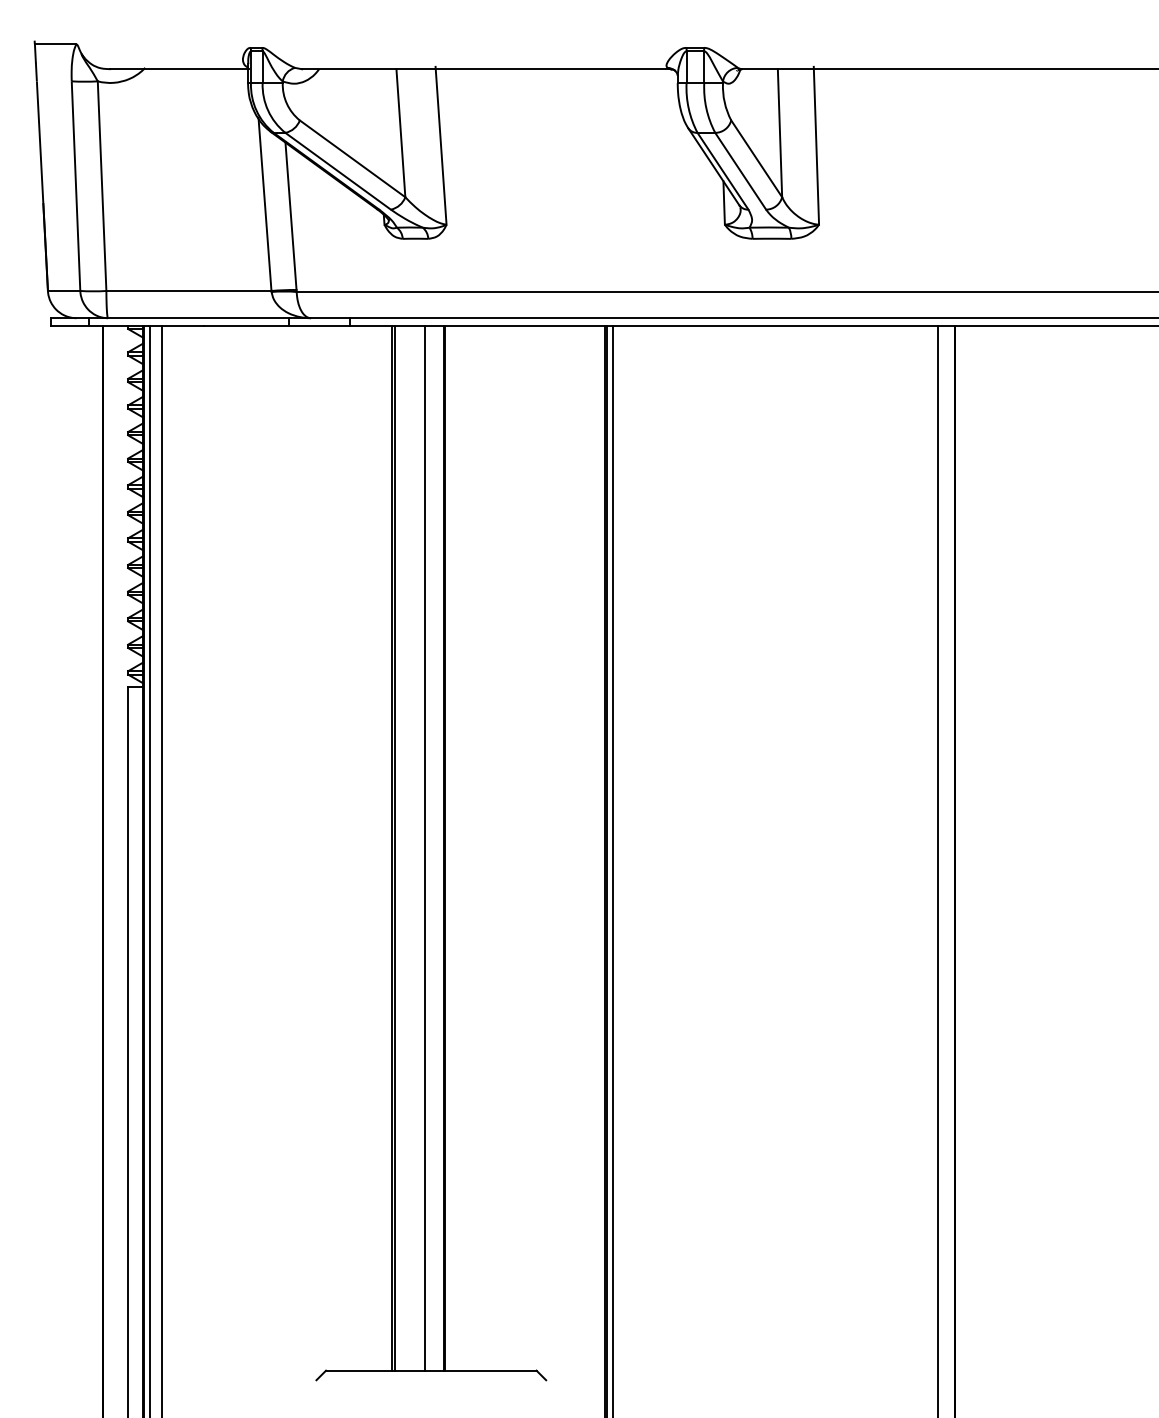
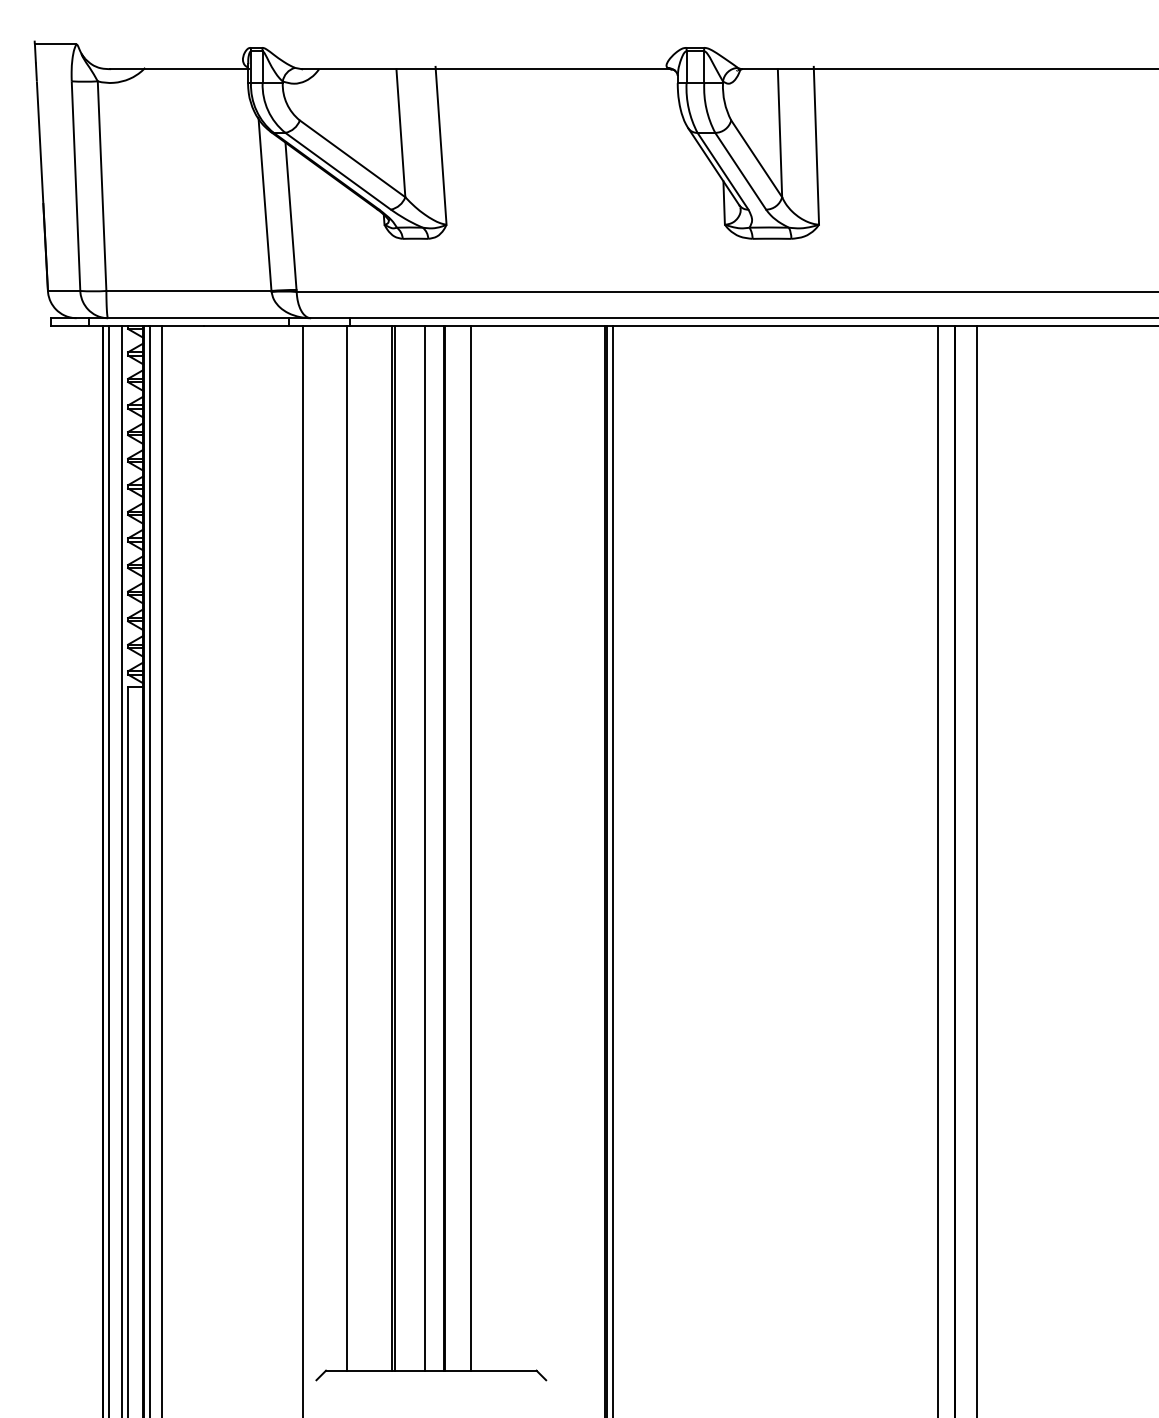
line at (346, 847): none -> present
line at (470, 847): none -> present
line at (109, 869): none -> present
line at (121, 869): none -> present
line at (302, 869): none -> present
line at (976, 869): none -> present
